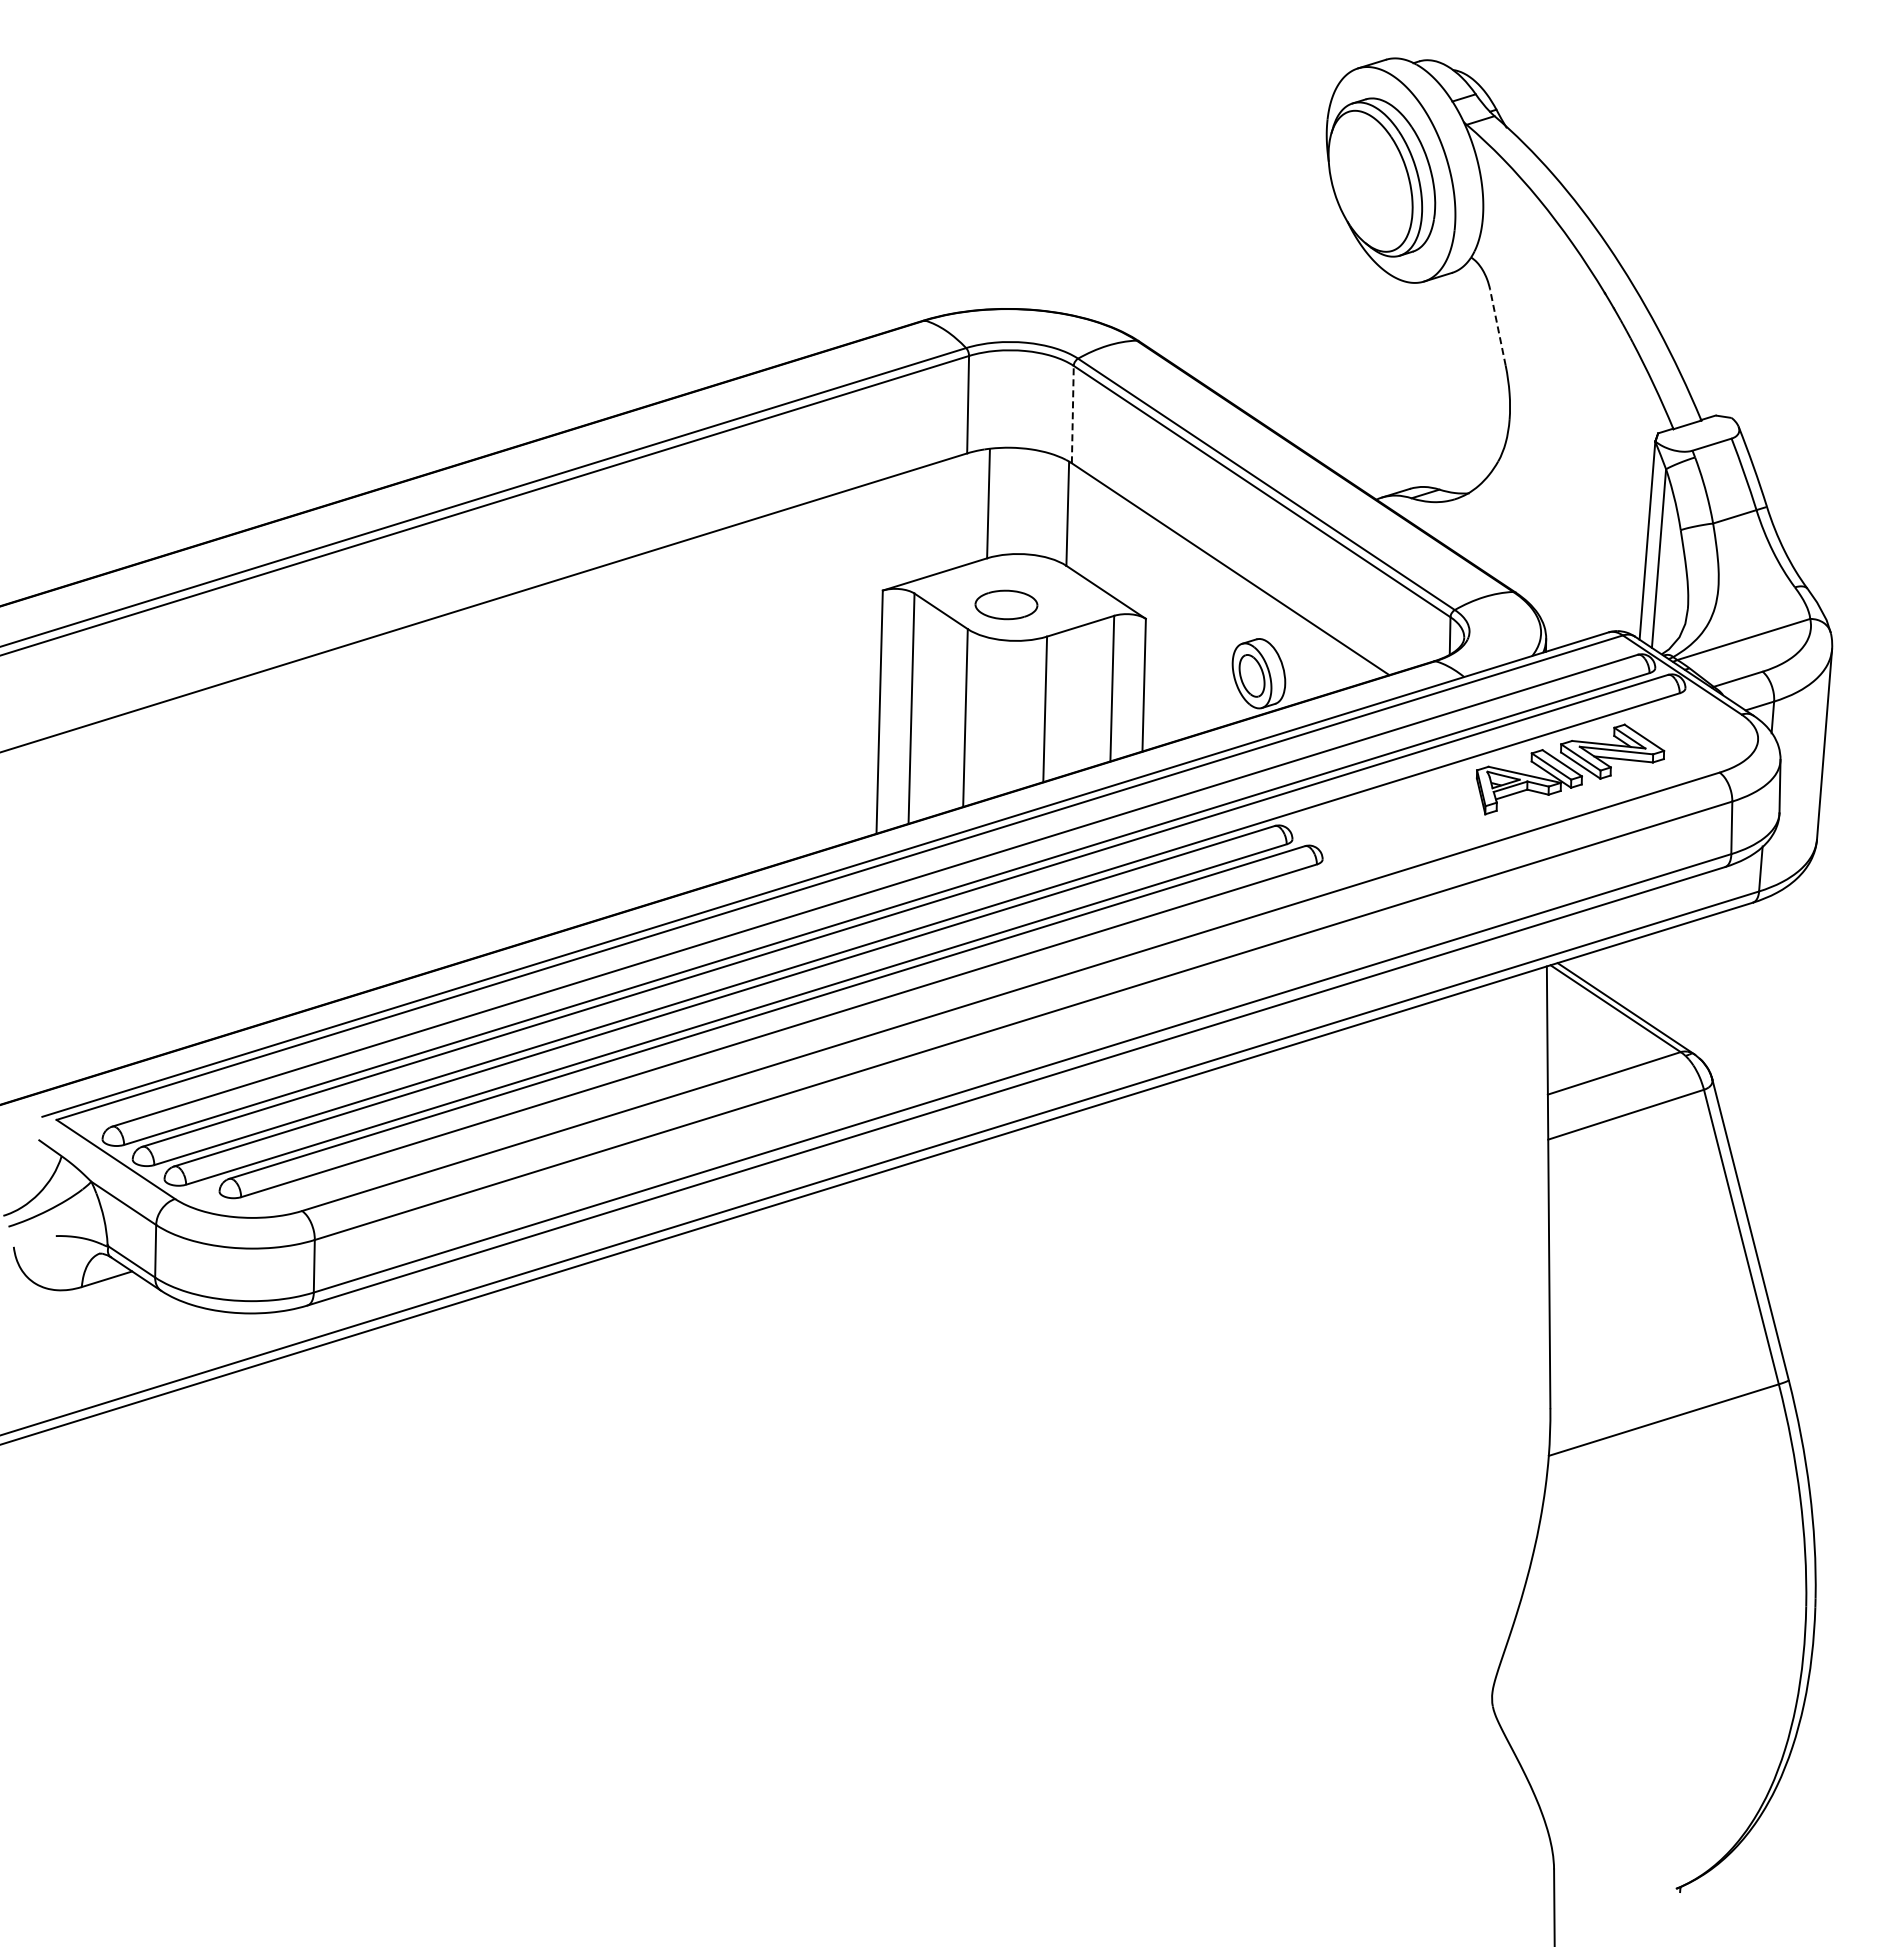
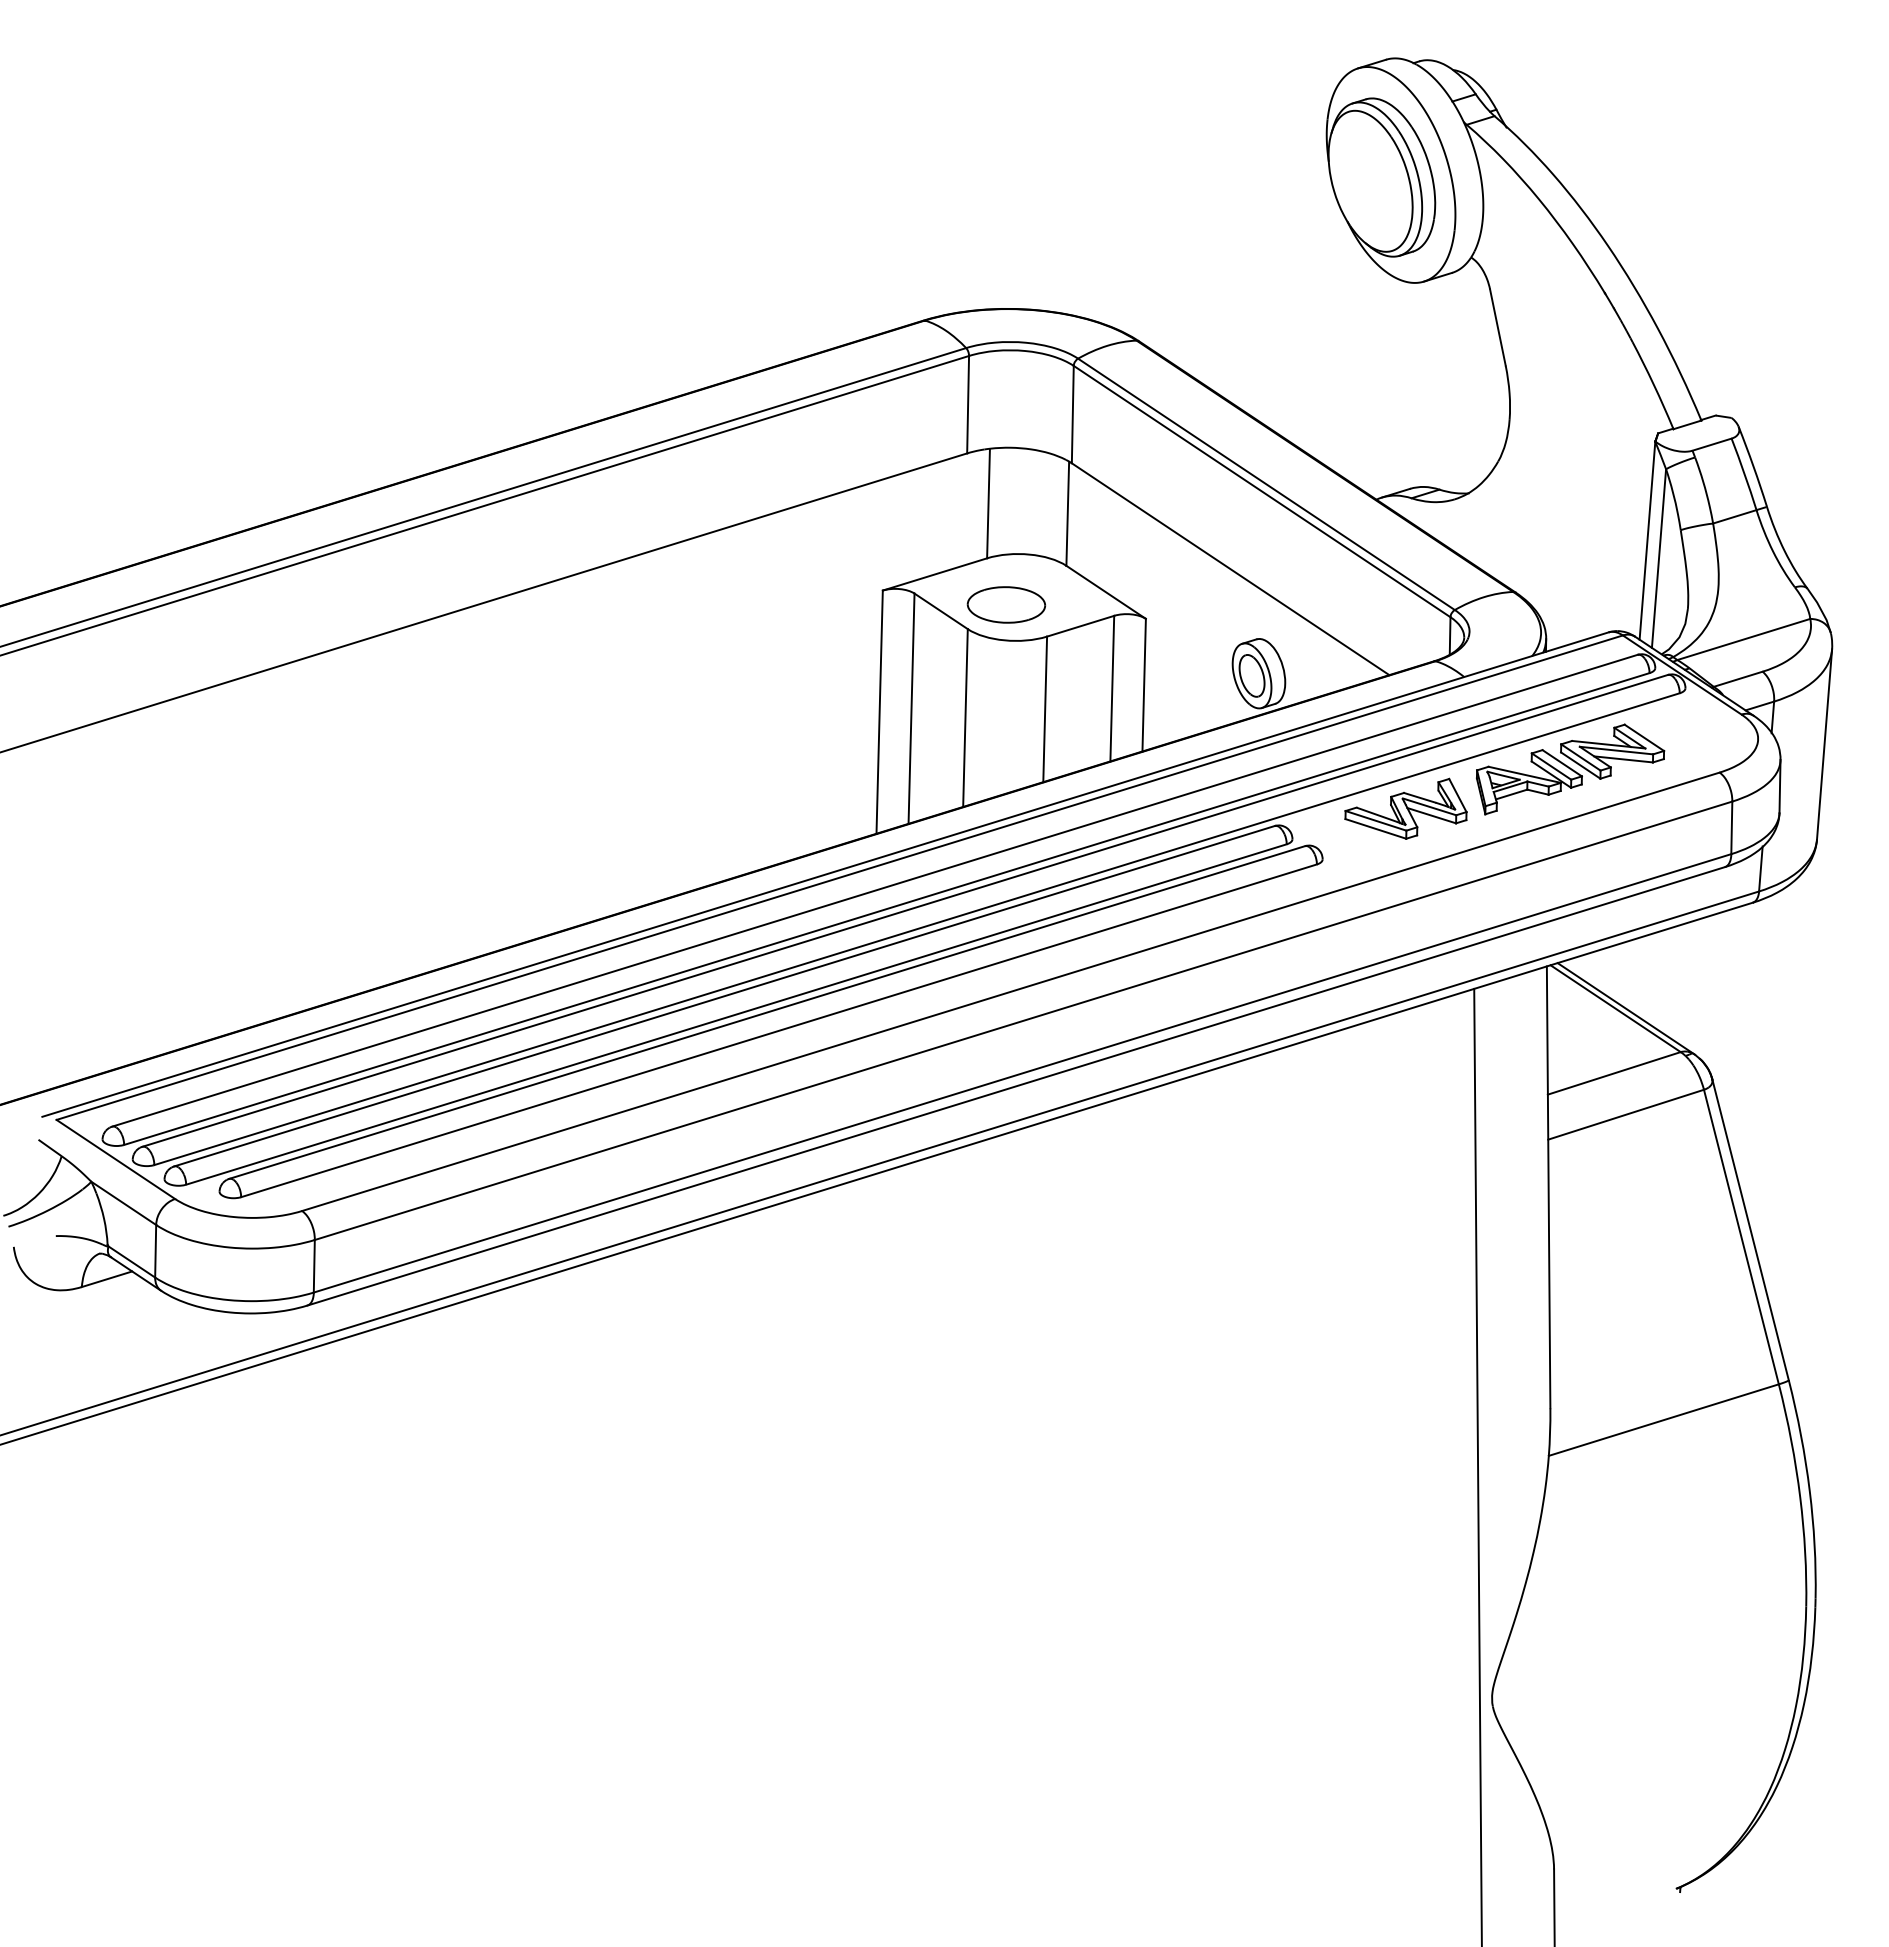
line at (1497, 327): dashed -> solid
line at (1072, 414): dashed -> solid
part at (1006, 604) size: 65x32 px -> 81x38 px
part at (1405, 808): none -> present
line at (1477, 1465): none -> present
